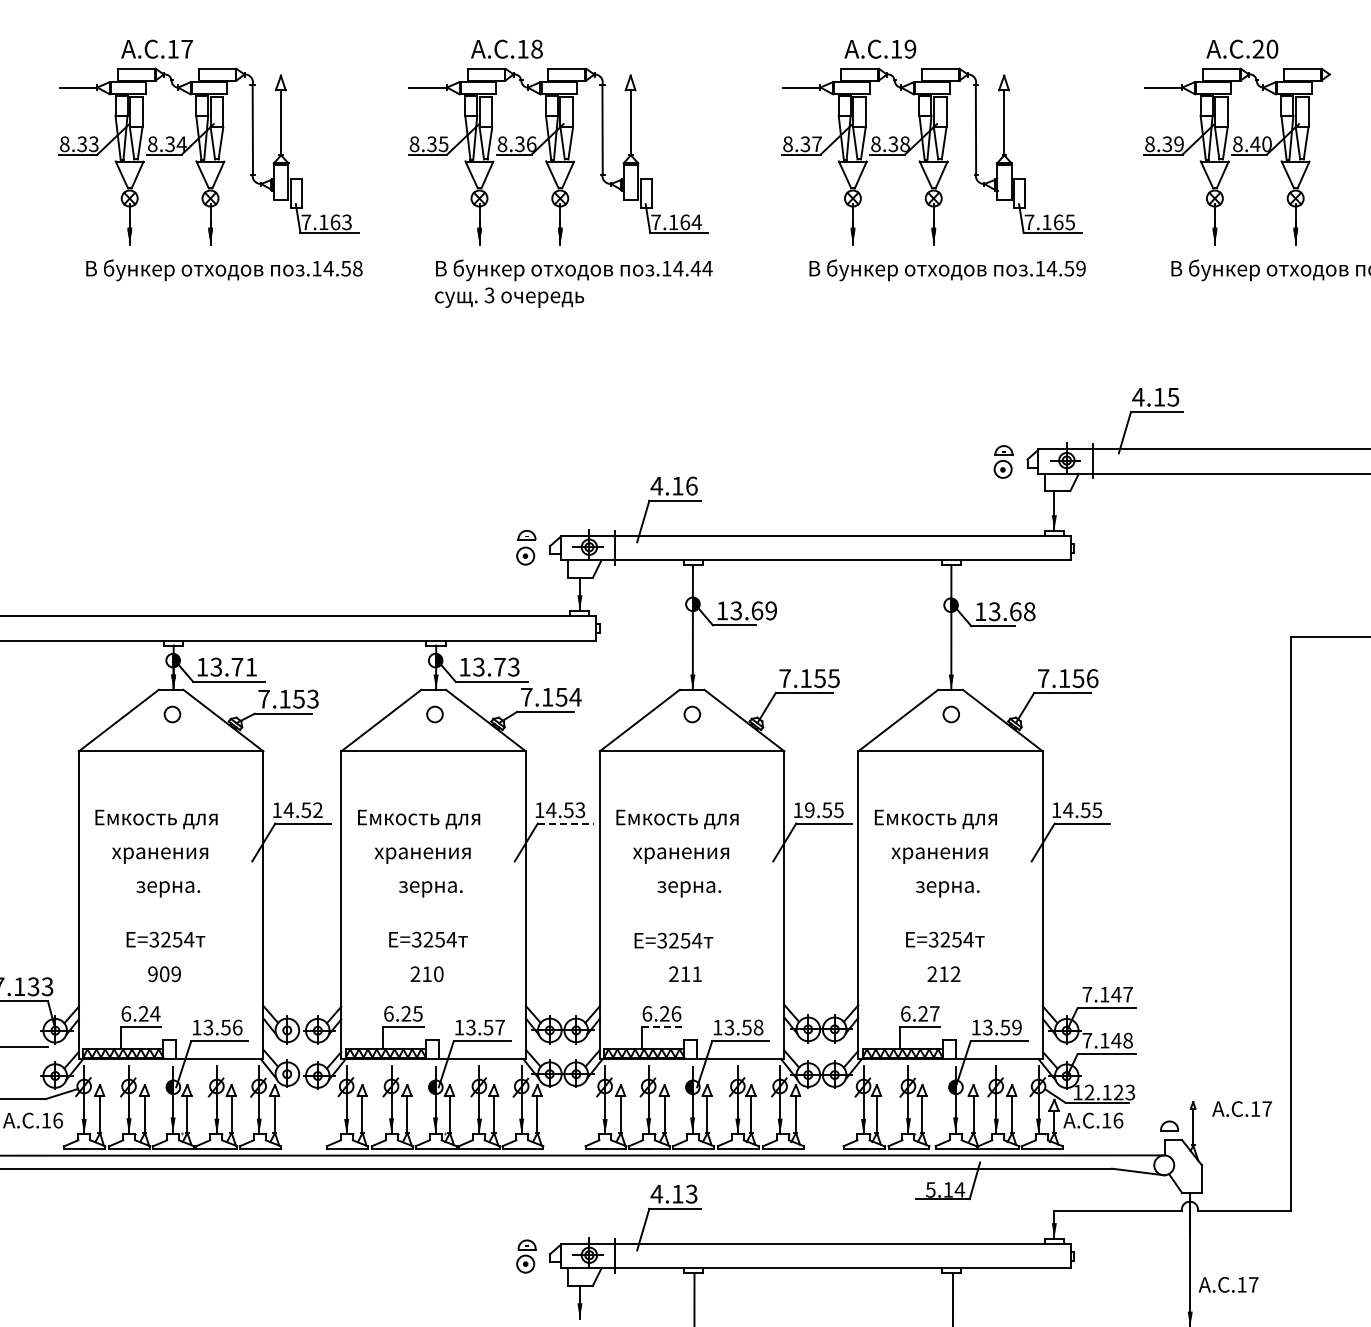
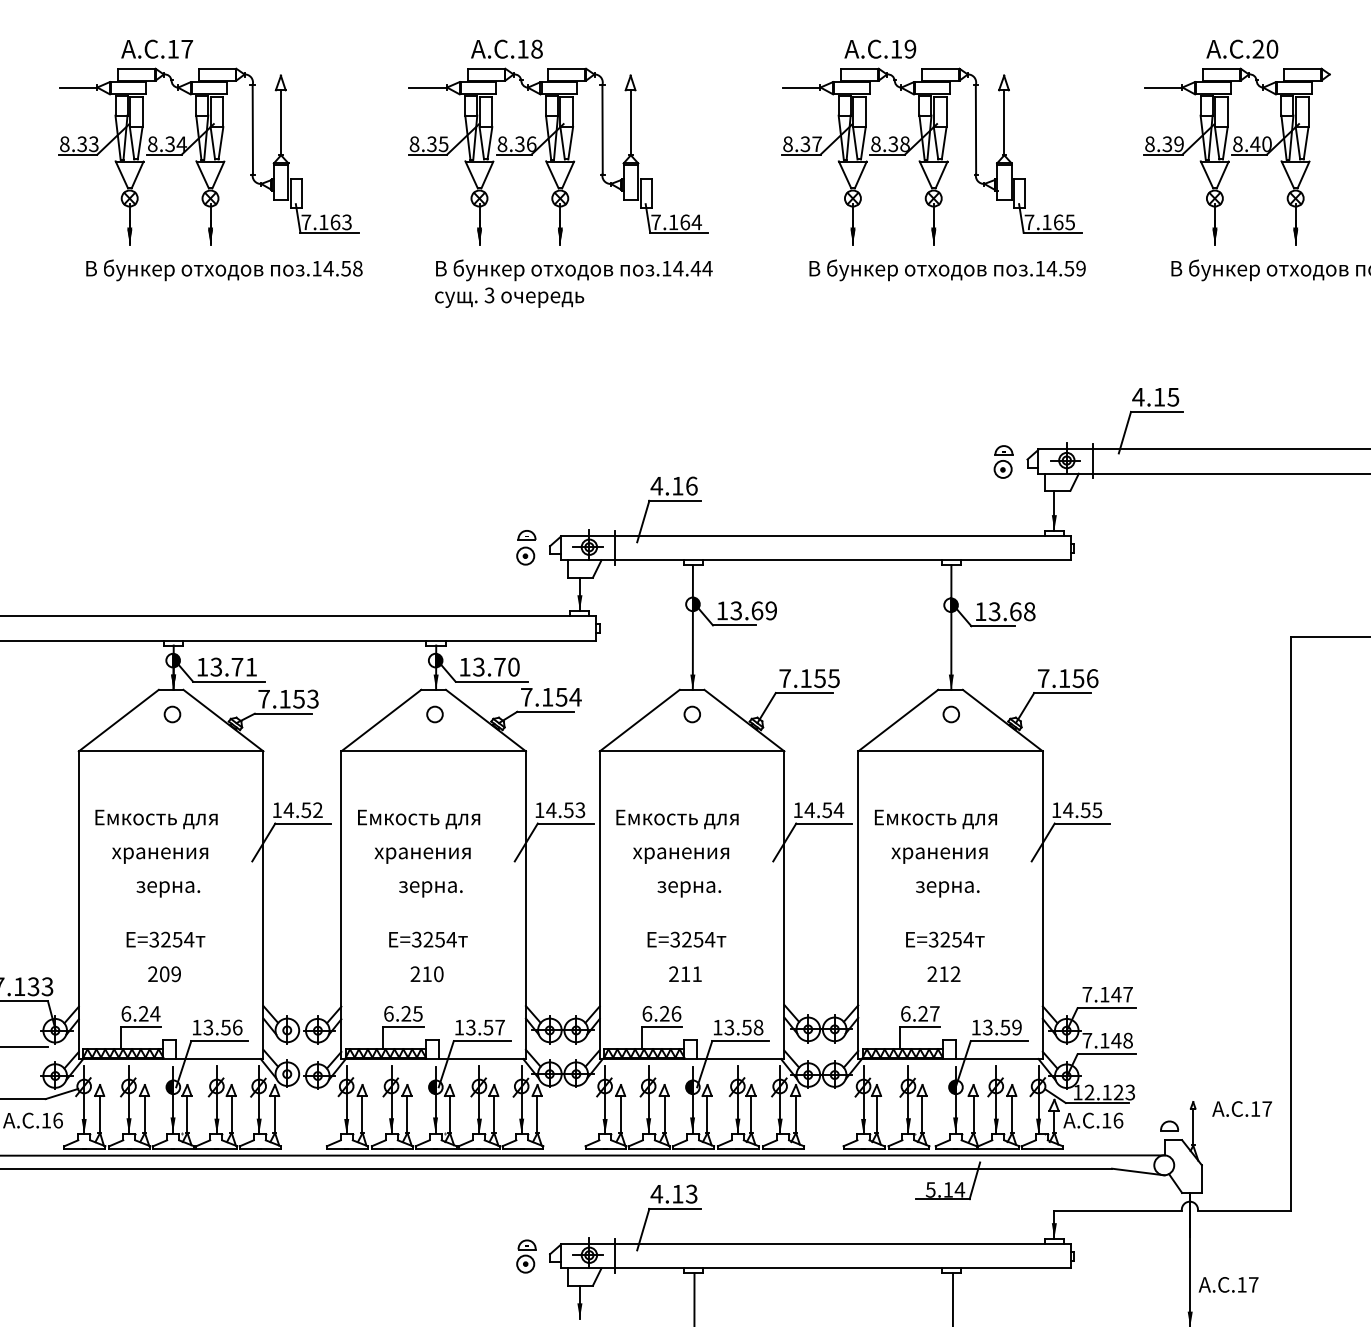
text at (513, 666): 13.73 -> 13.70
text at (824, 810): 19.55 -> 14.54
line at (565, 823): dashed -> solid
text at (673, 940) position: (673, 940) -> (686, 939)
text at (152, 974): 909 -> 209
line at (662, 1027): dashed -> solid
